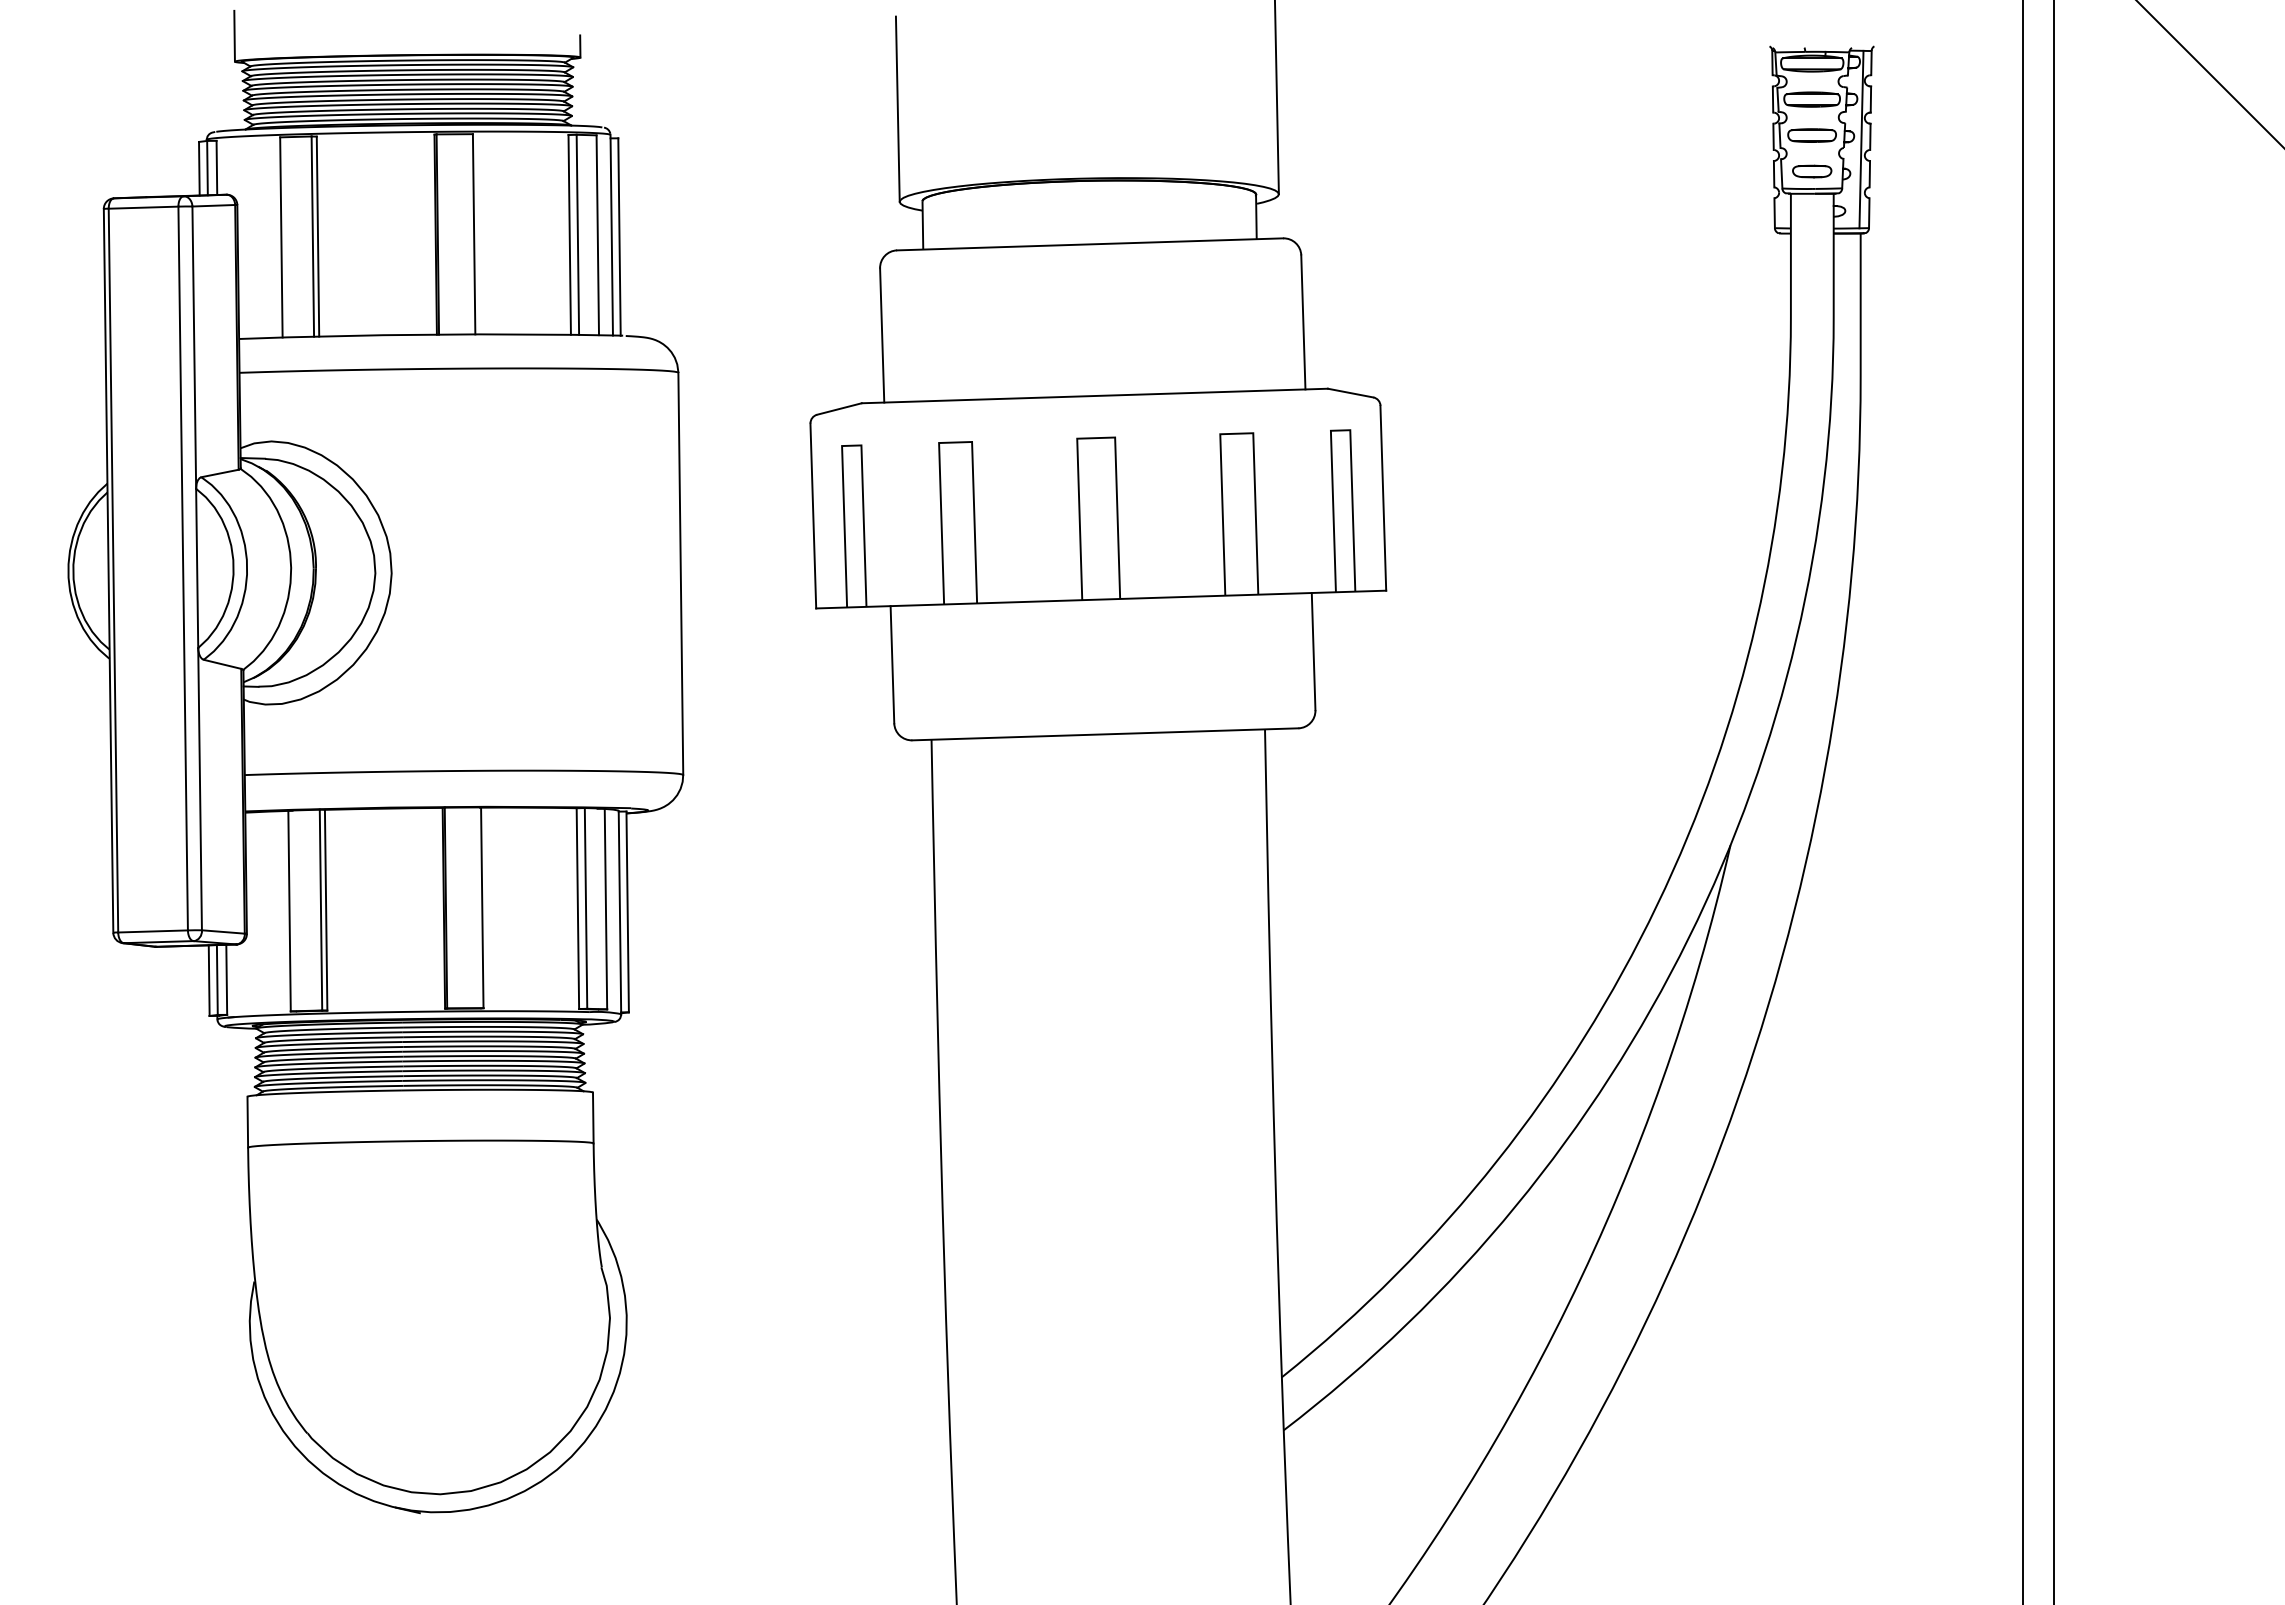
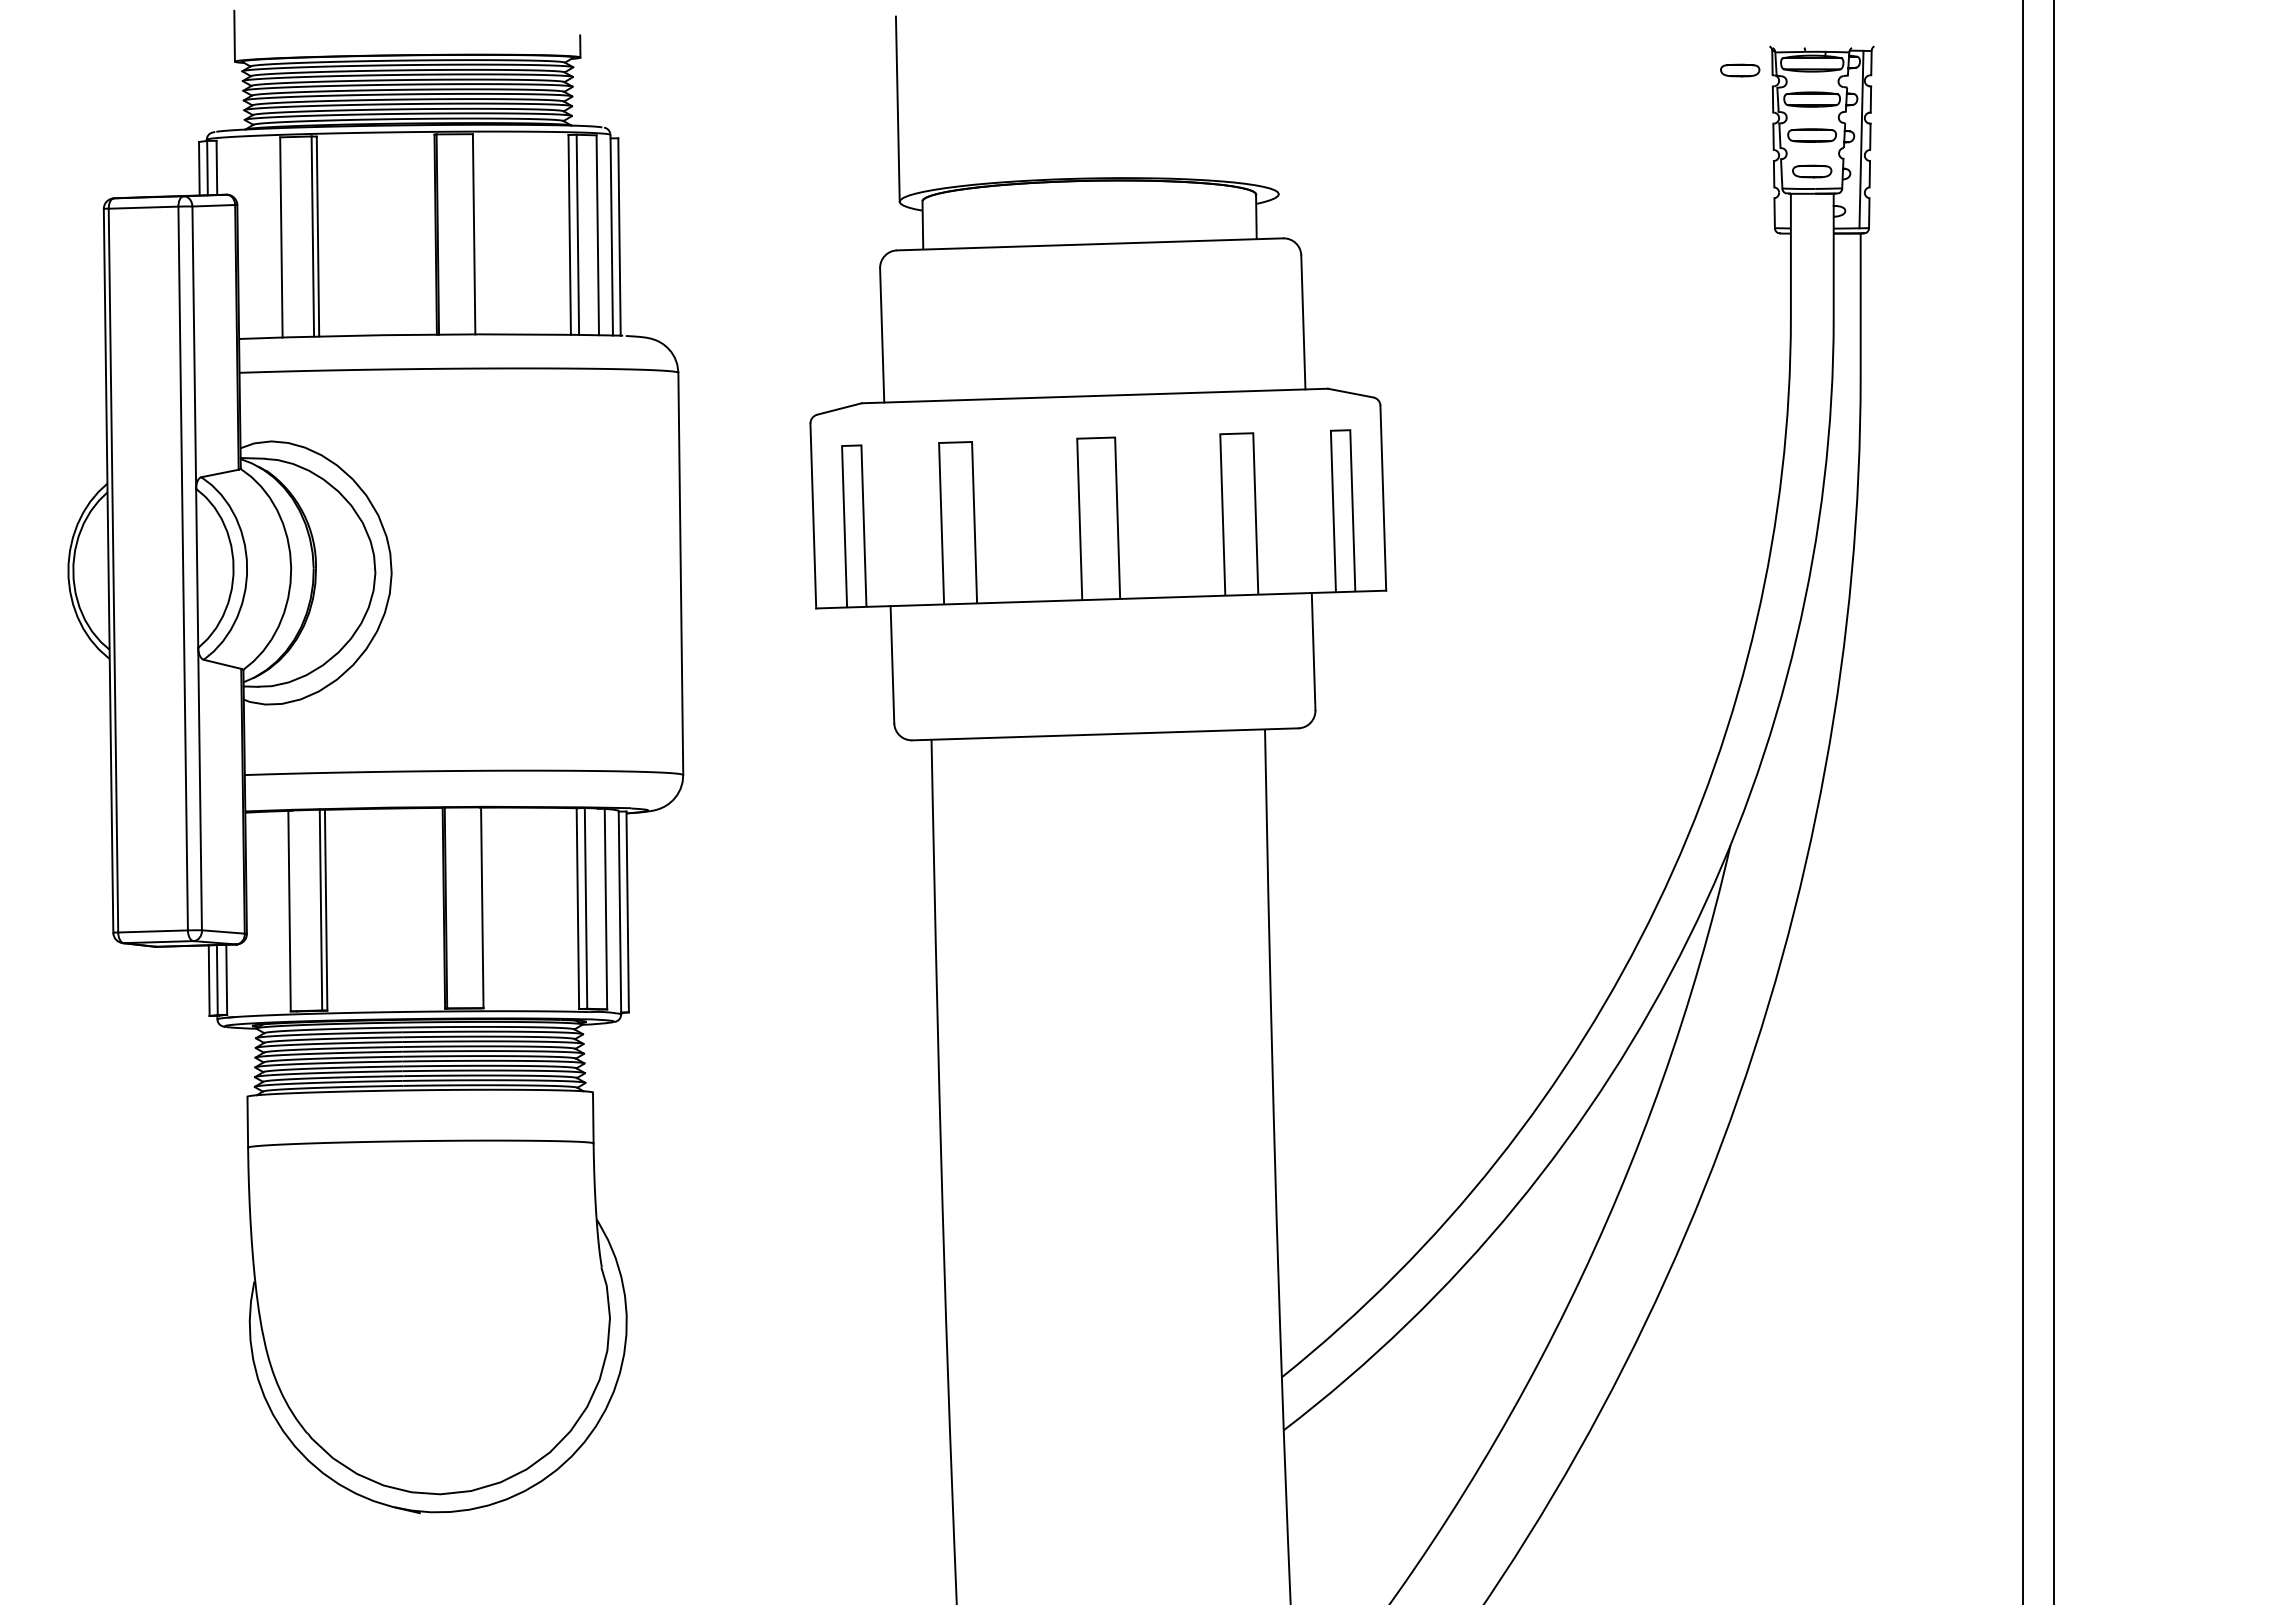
part at (1740, 70): none -> present
line at (2209, 74): present -> none
line at (1276, 98): present -> none
